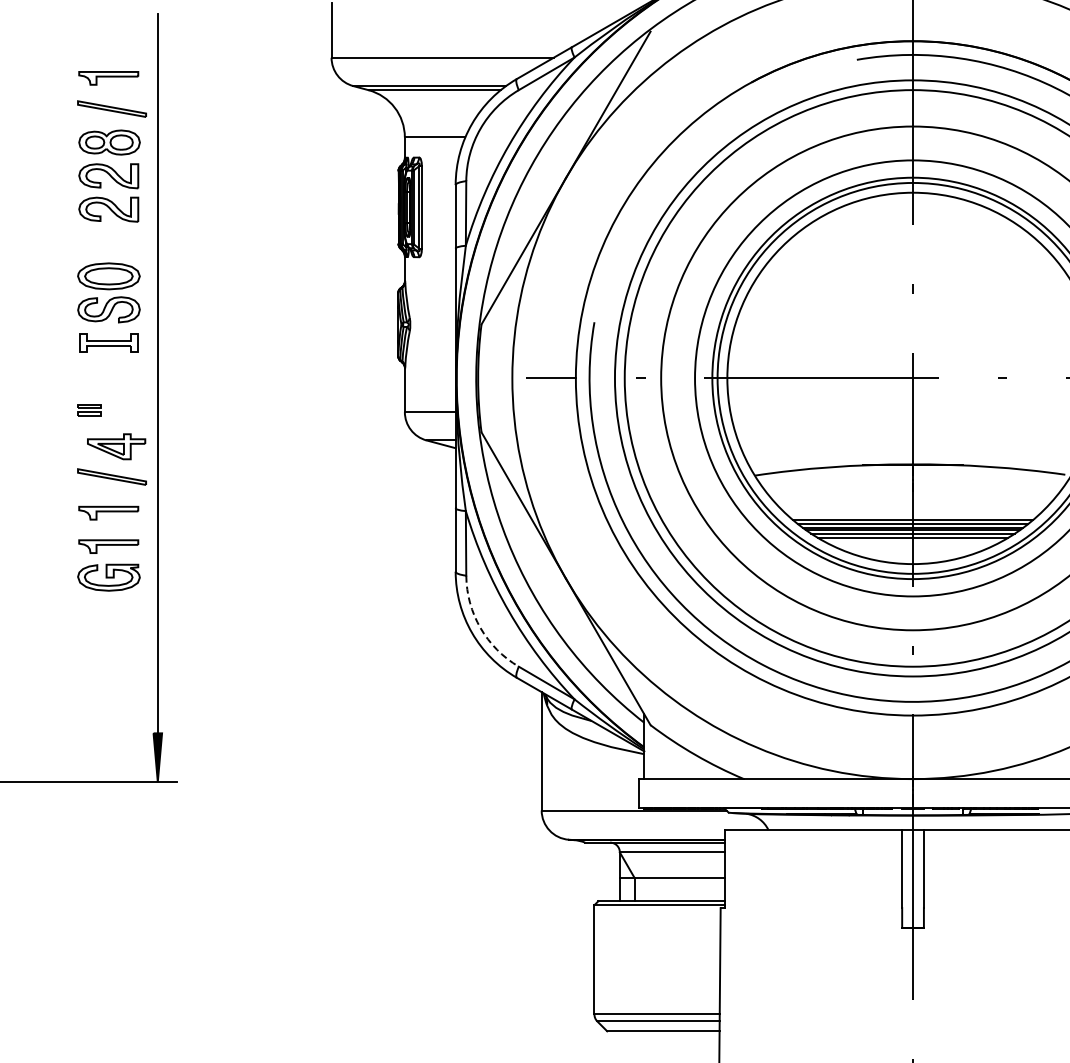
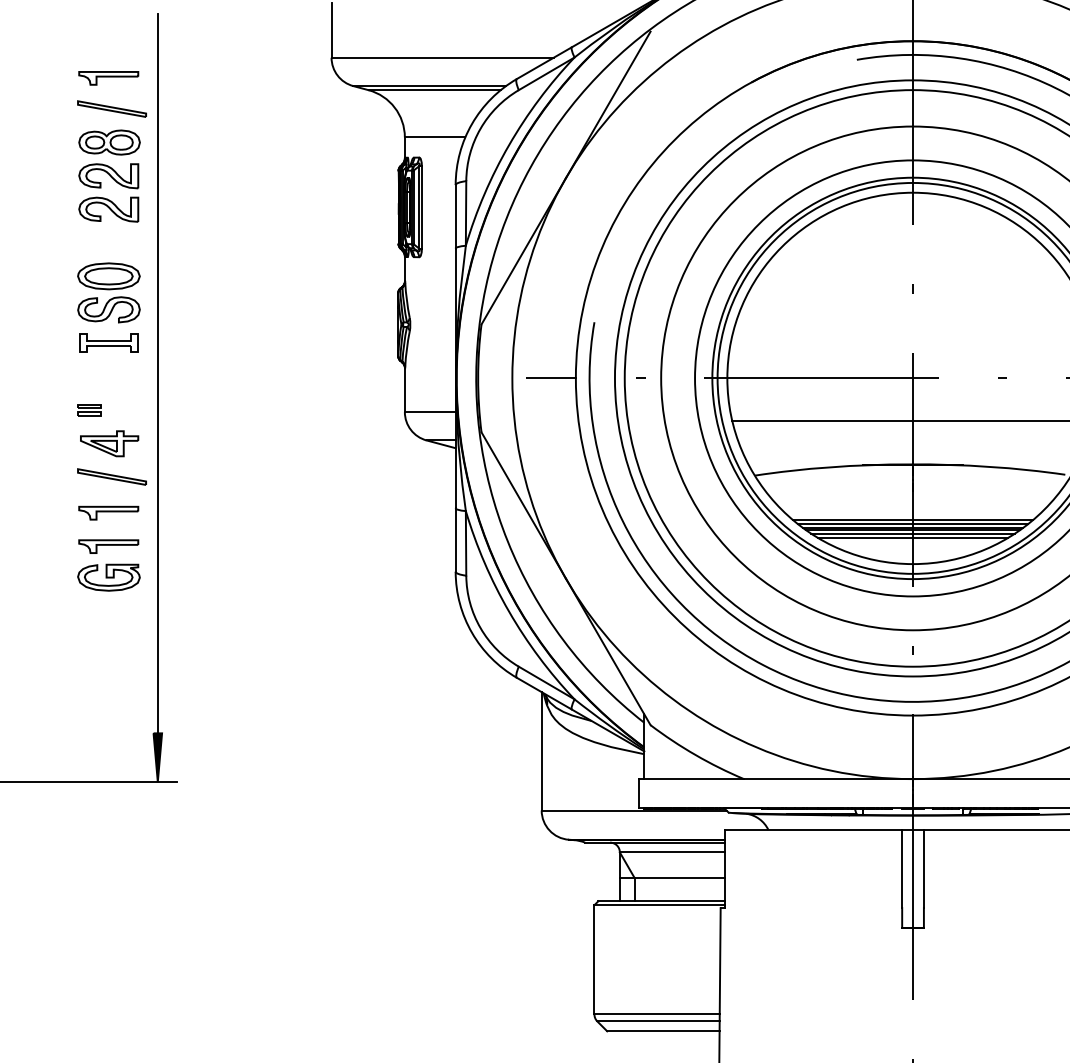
line at (899, 421): none -> present
part at (116, 446) position: (116, 446) -> (109, 443)
arc at (480, 628): dashed -> solid
